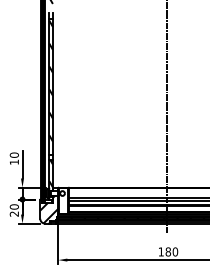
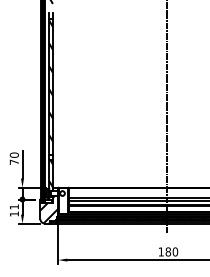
text at (13, 161): 10 -> 70
text at (13, 210): 20 -> 11
